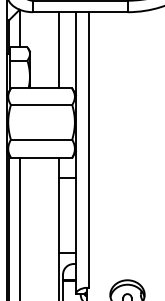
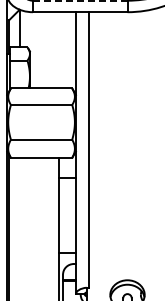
line at (79, 0): solid -> dashed
line at (58, 50): present -> none
line at (20, 227): present -> none
